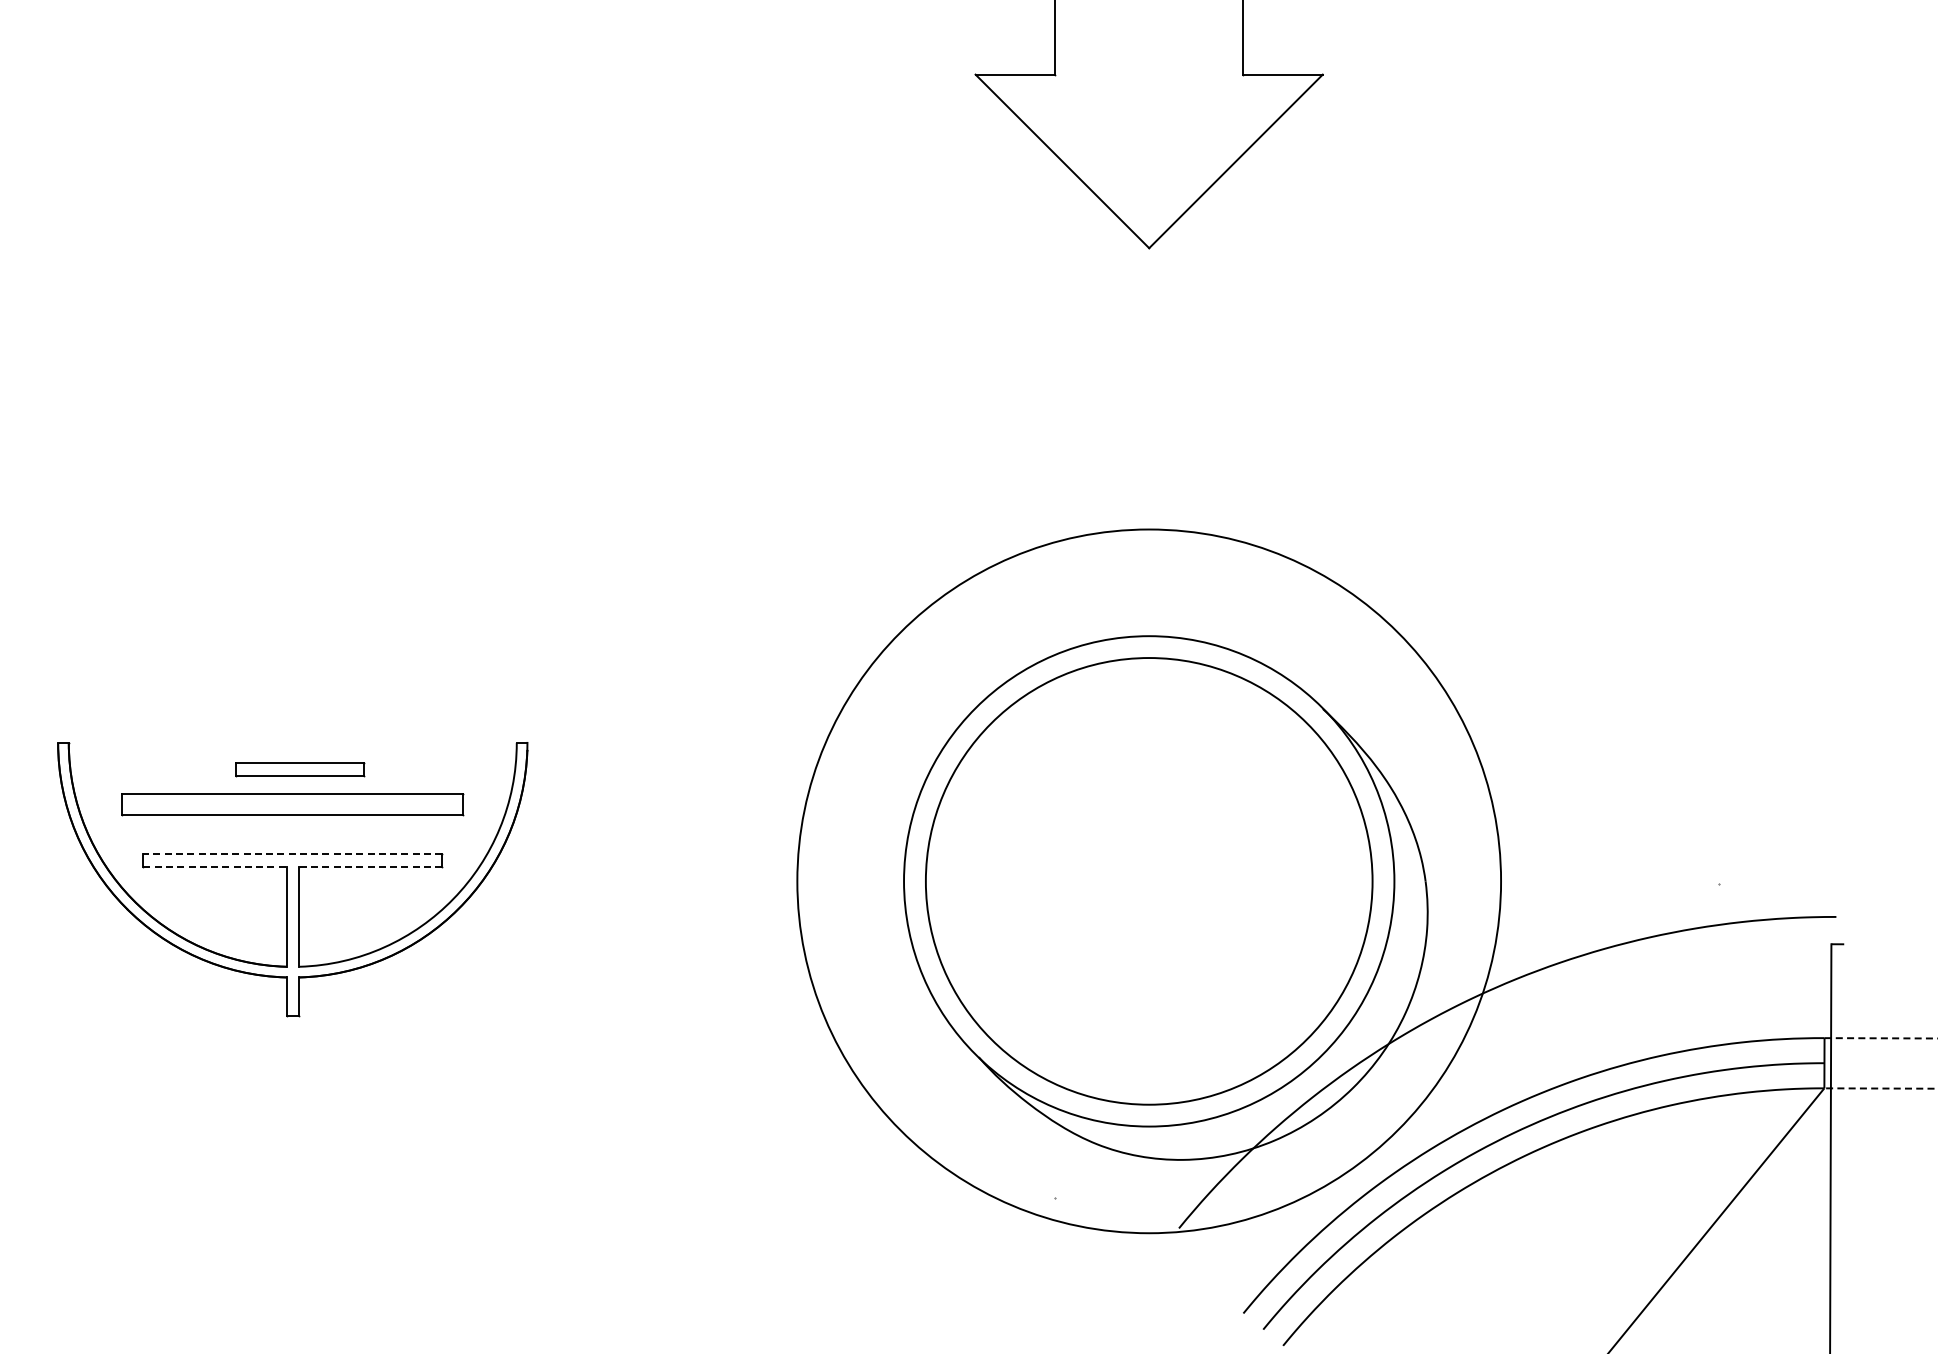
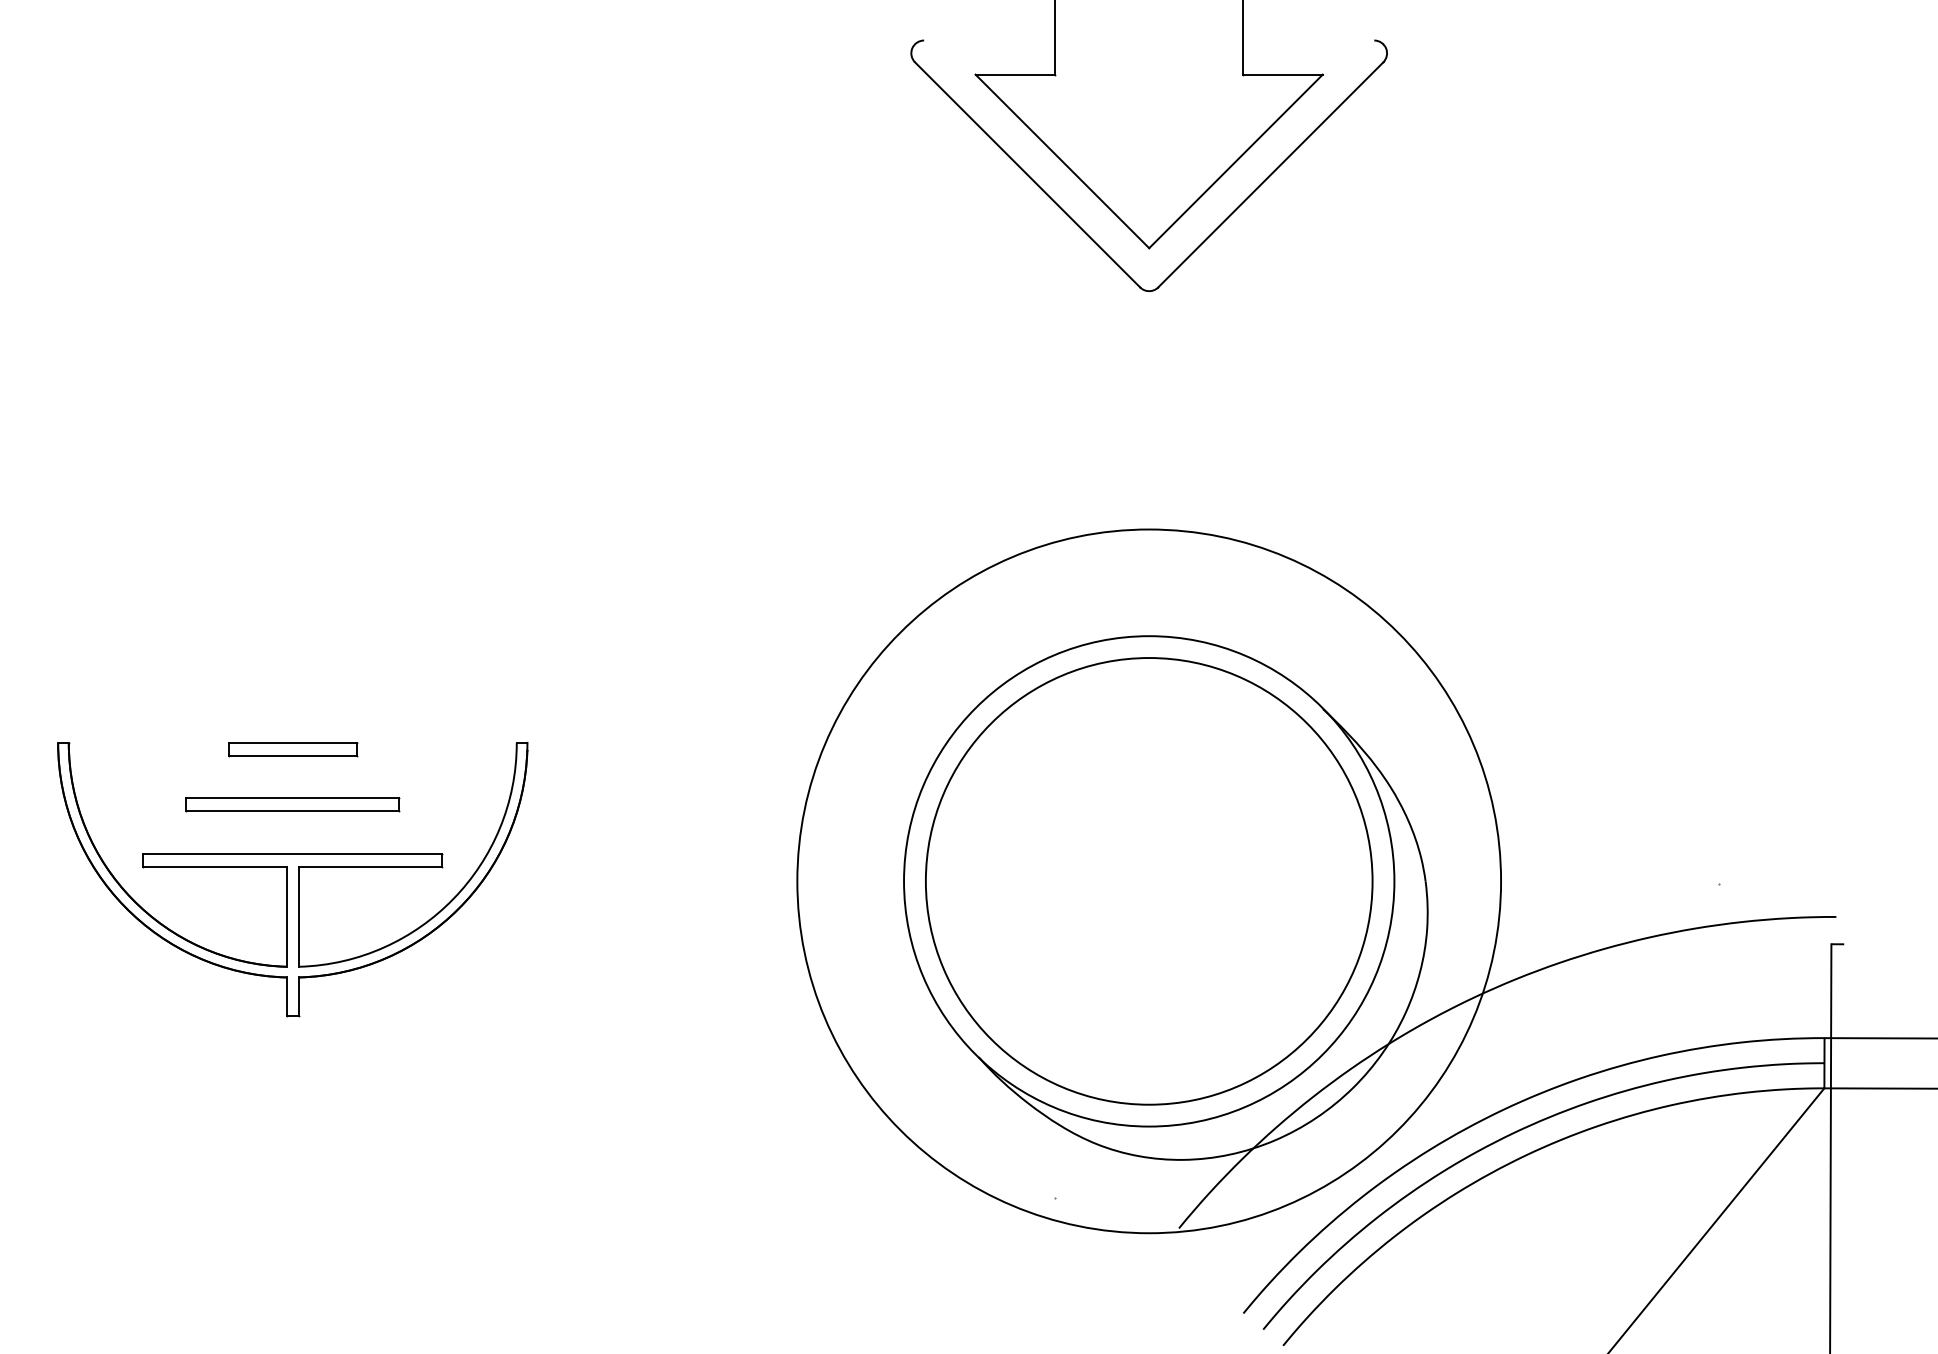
part at (1083, 229): none -> present
part at (300, 769) position: (300, 769) -> (293, 749)
part at (292, 804) size: 344x24 px -> 216x16 px
line at (292, 853): dashed -> solid
line at (215, 866): dashed -> solid
line at (370, 866): dashed -> solid
line at (1881, 1038): dashed -> solid
line at (1880, 1088): dashed -> solid
